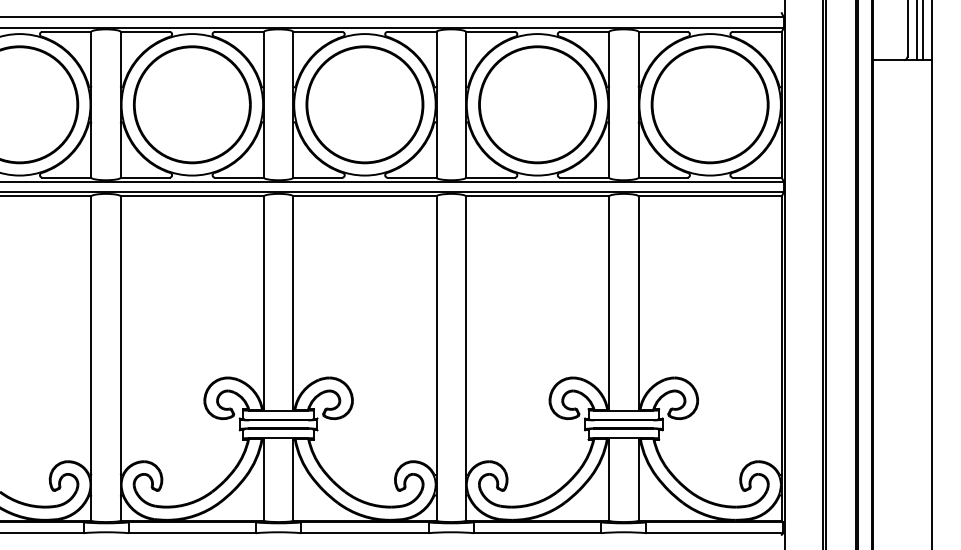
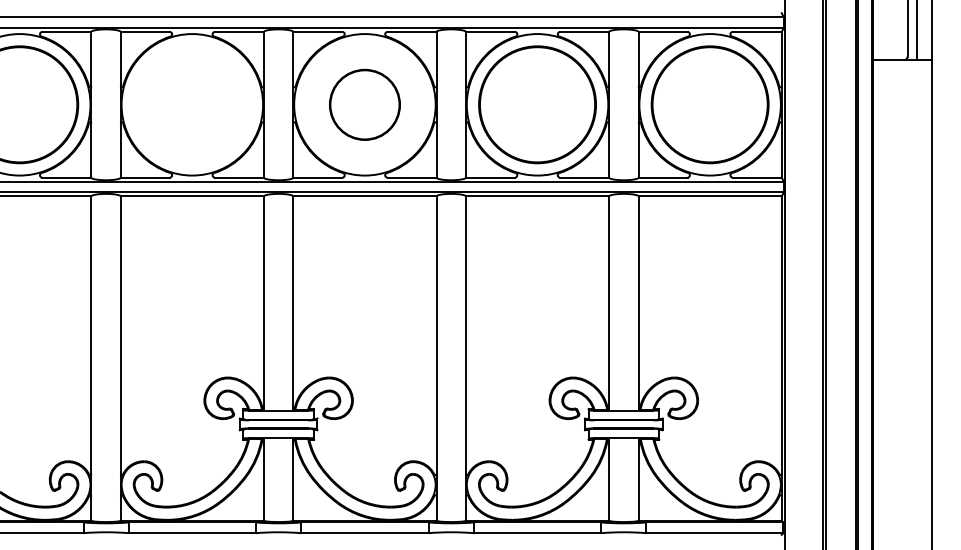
line at (922, 31): present -> none
part at (192, 104): present -> none
part at (364, 104) size: 120x120 px -> 72x73 px
